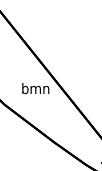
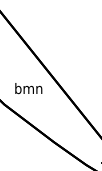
text at (35, 88) position: (35, 88) -> (28, 88)
